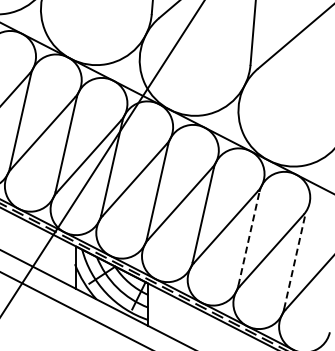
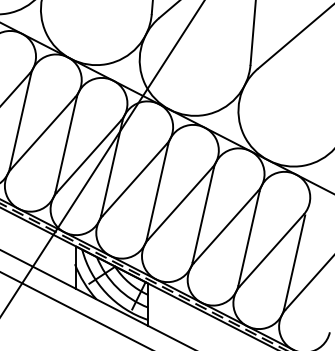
line at (249, 238): dashed -> solid
line at (294, 261): dashed -> solid
